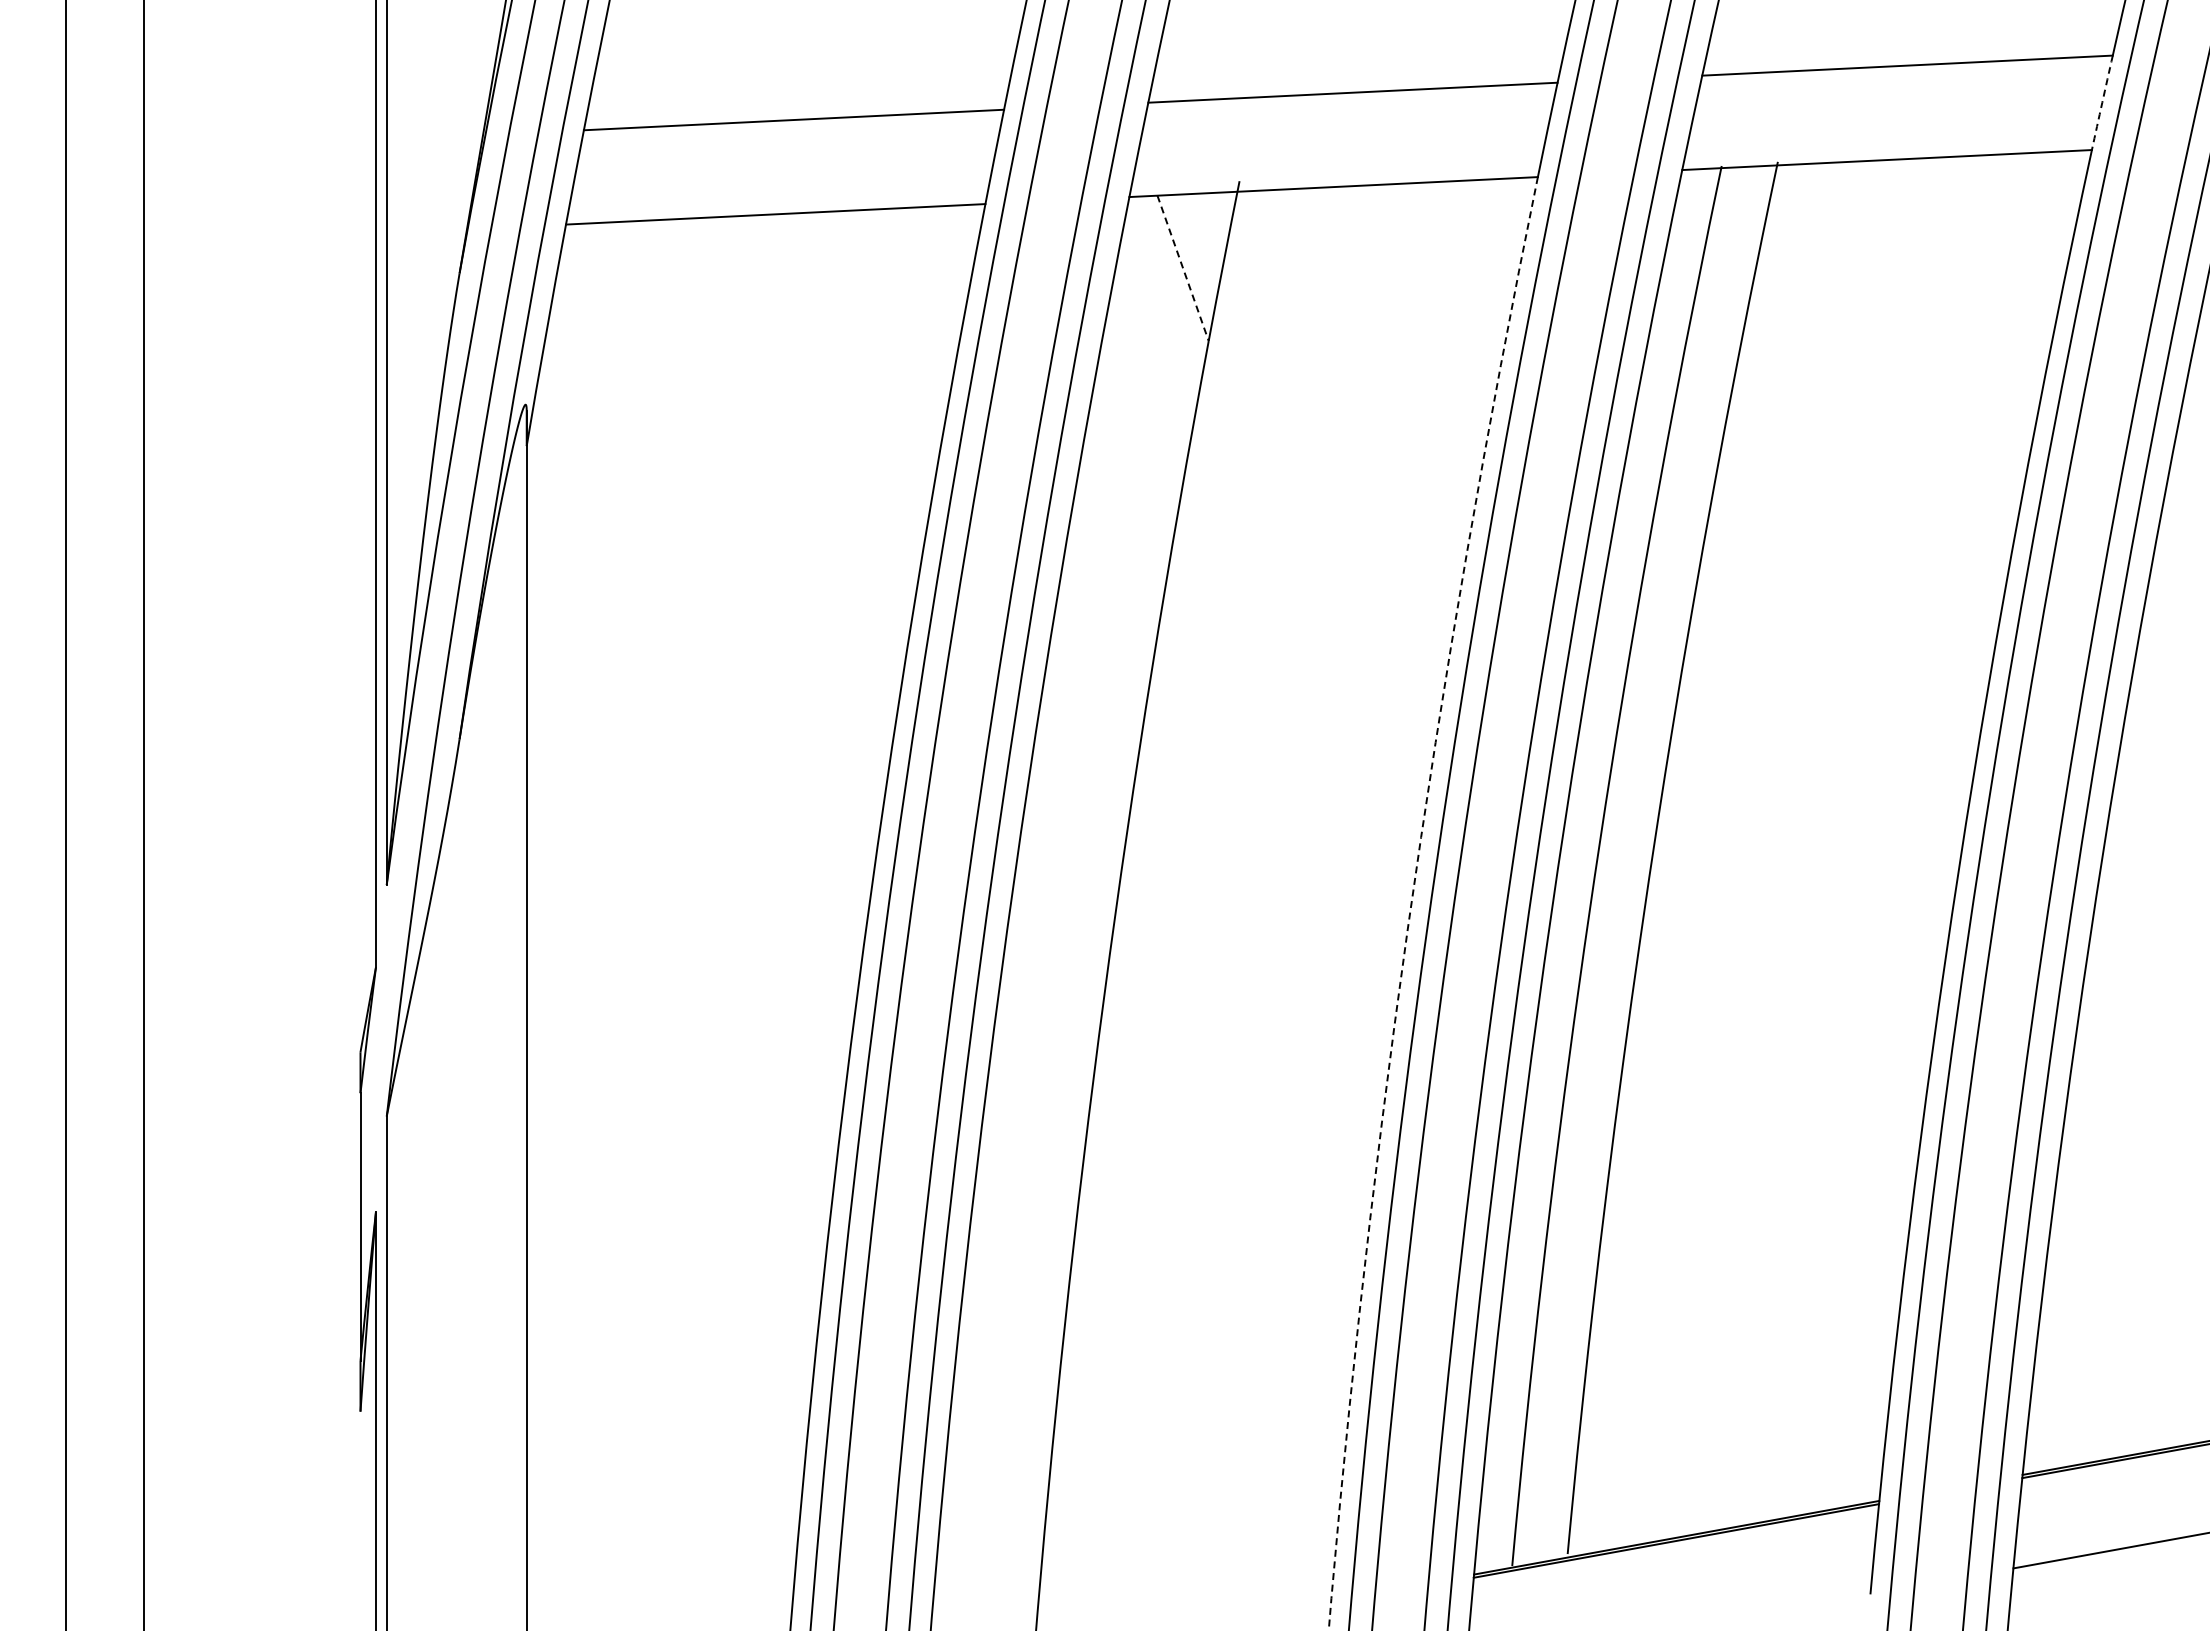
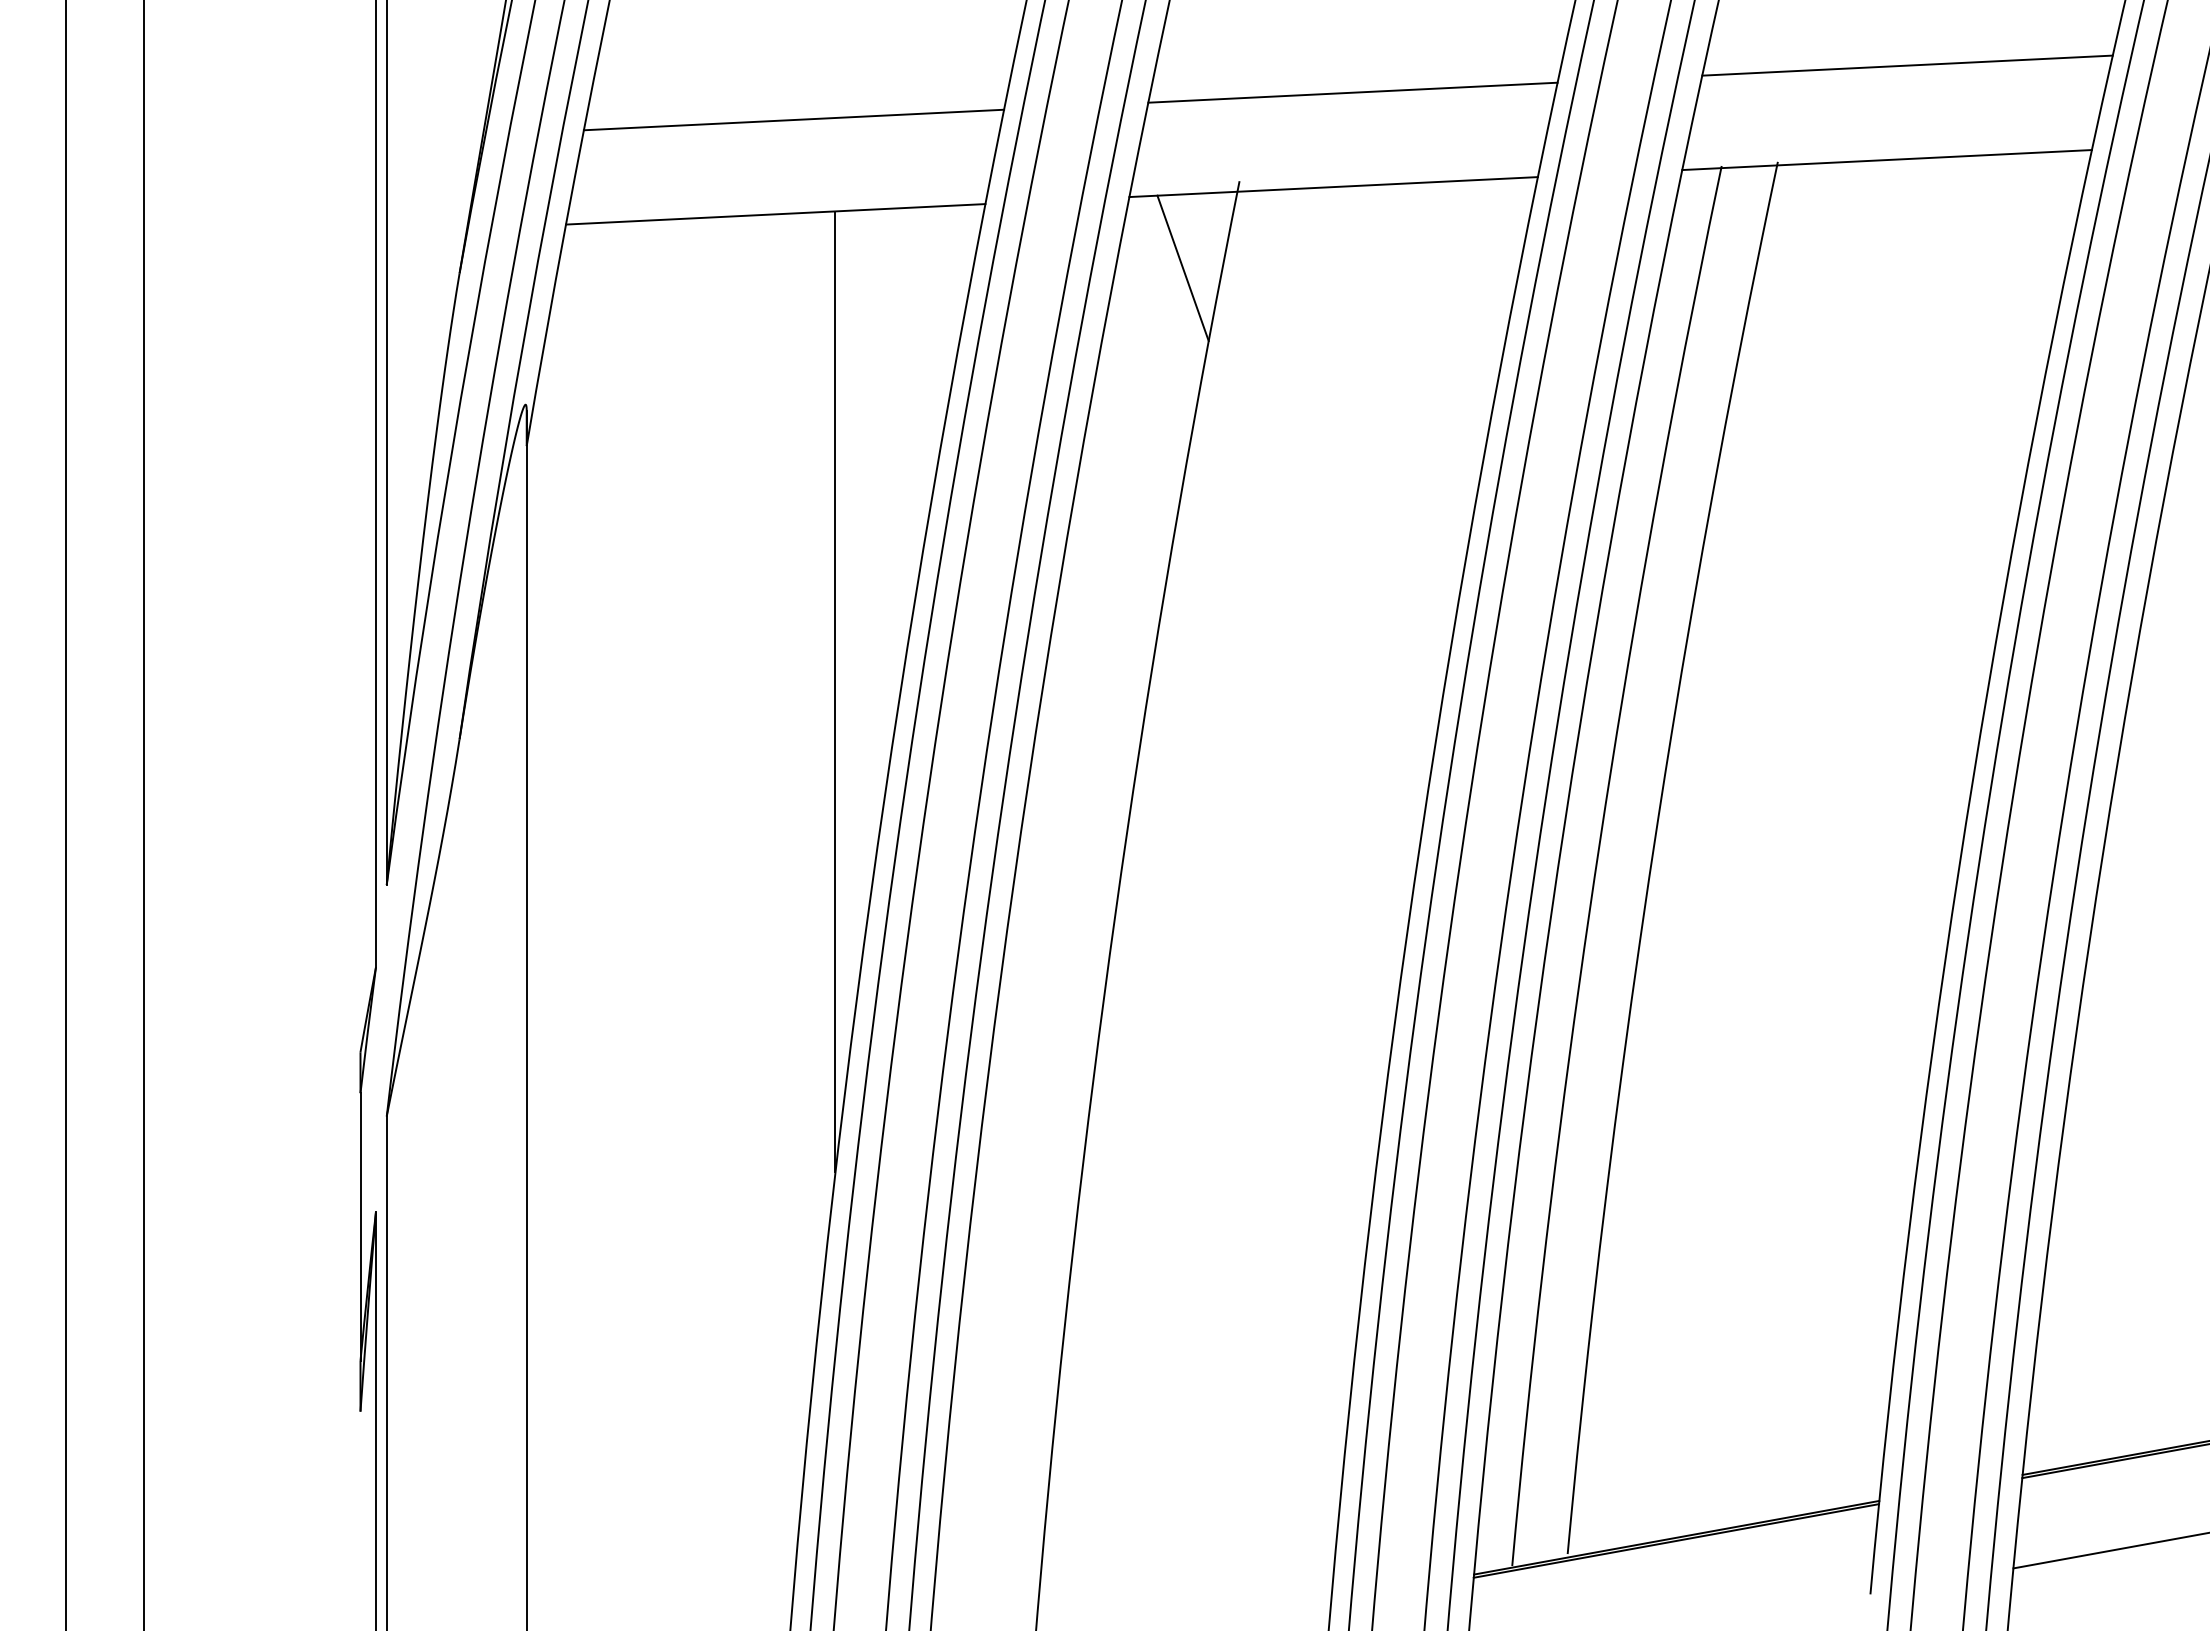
arc at (2102, 102): dashed -> solid
line at (1183, 268): dashed -> solid
line at (835, 691): none -> present
arc at (1411, 901): dashed -> solid
